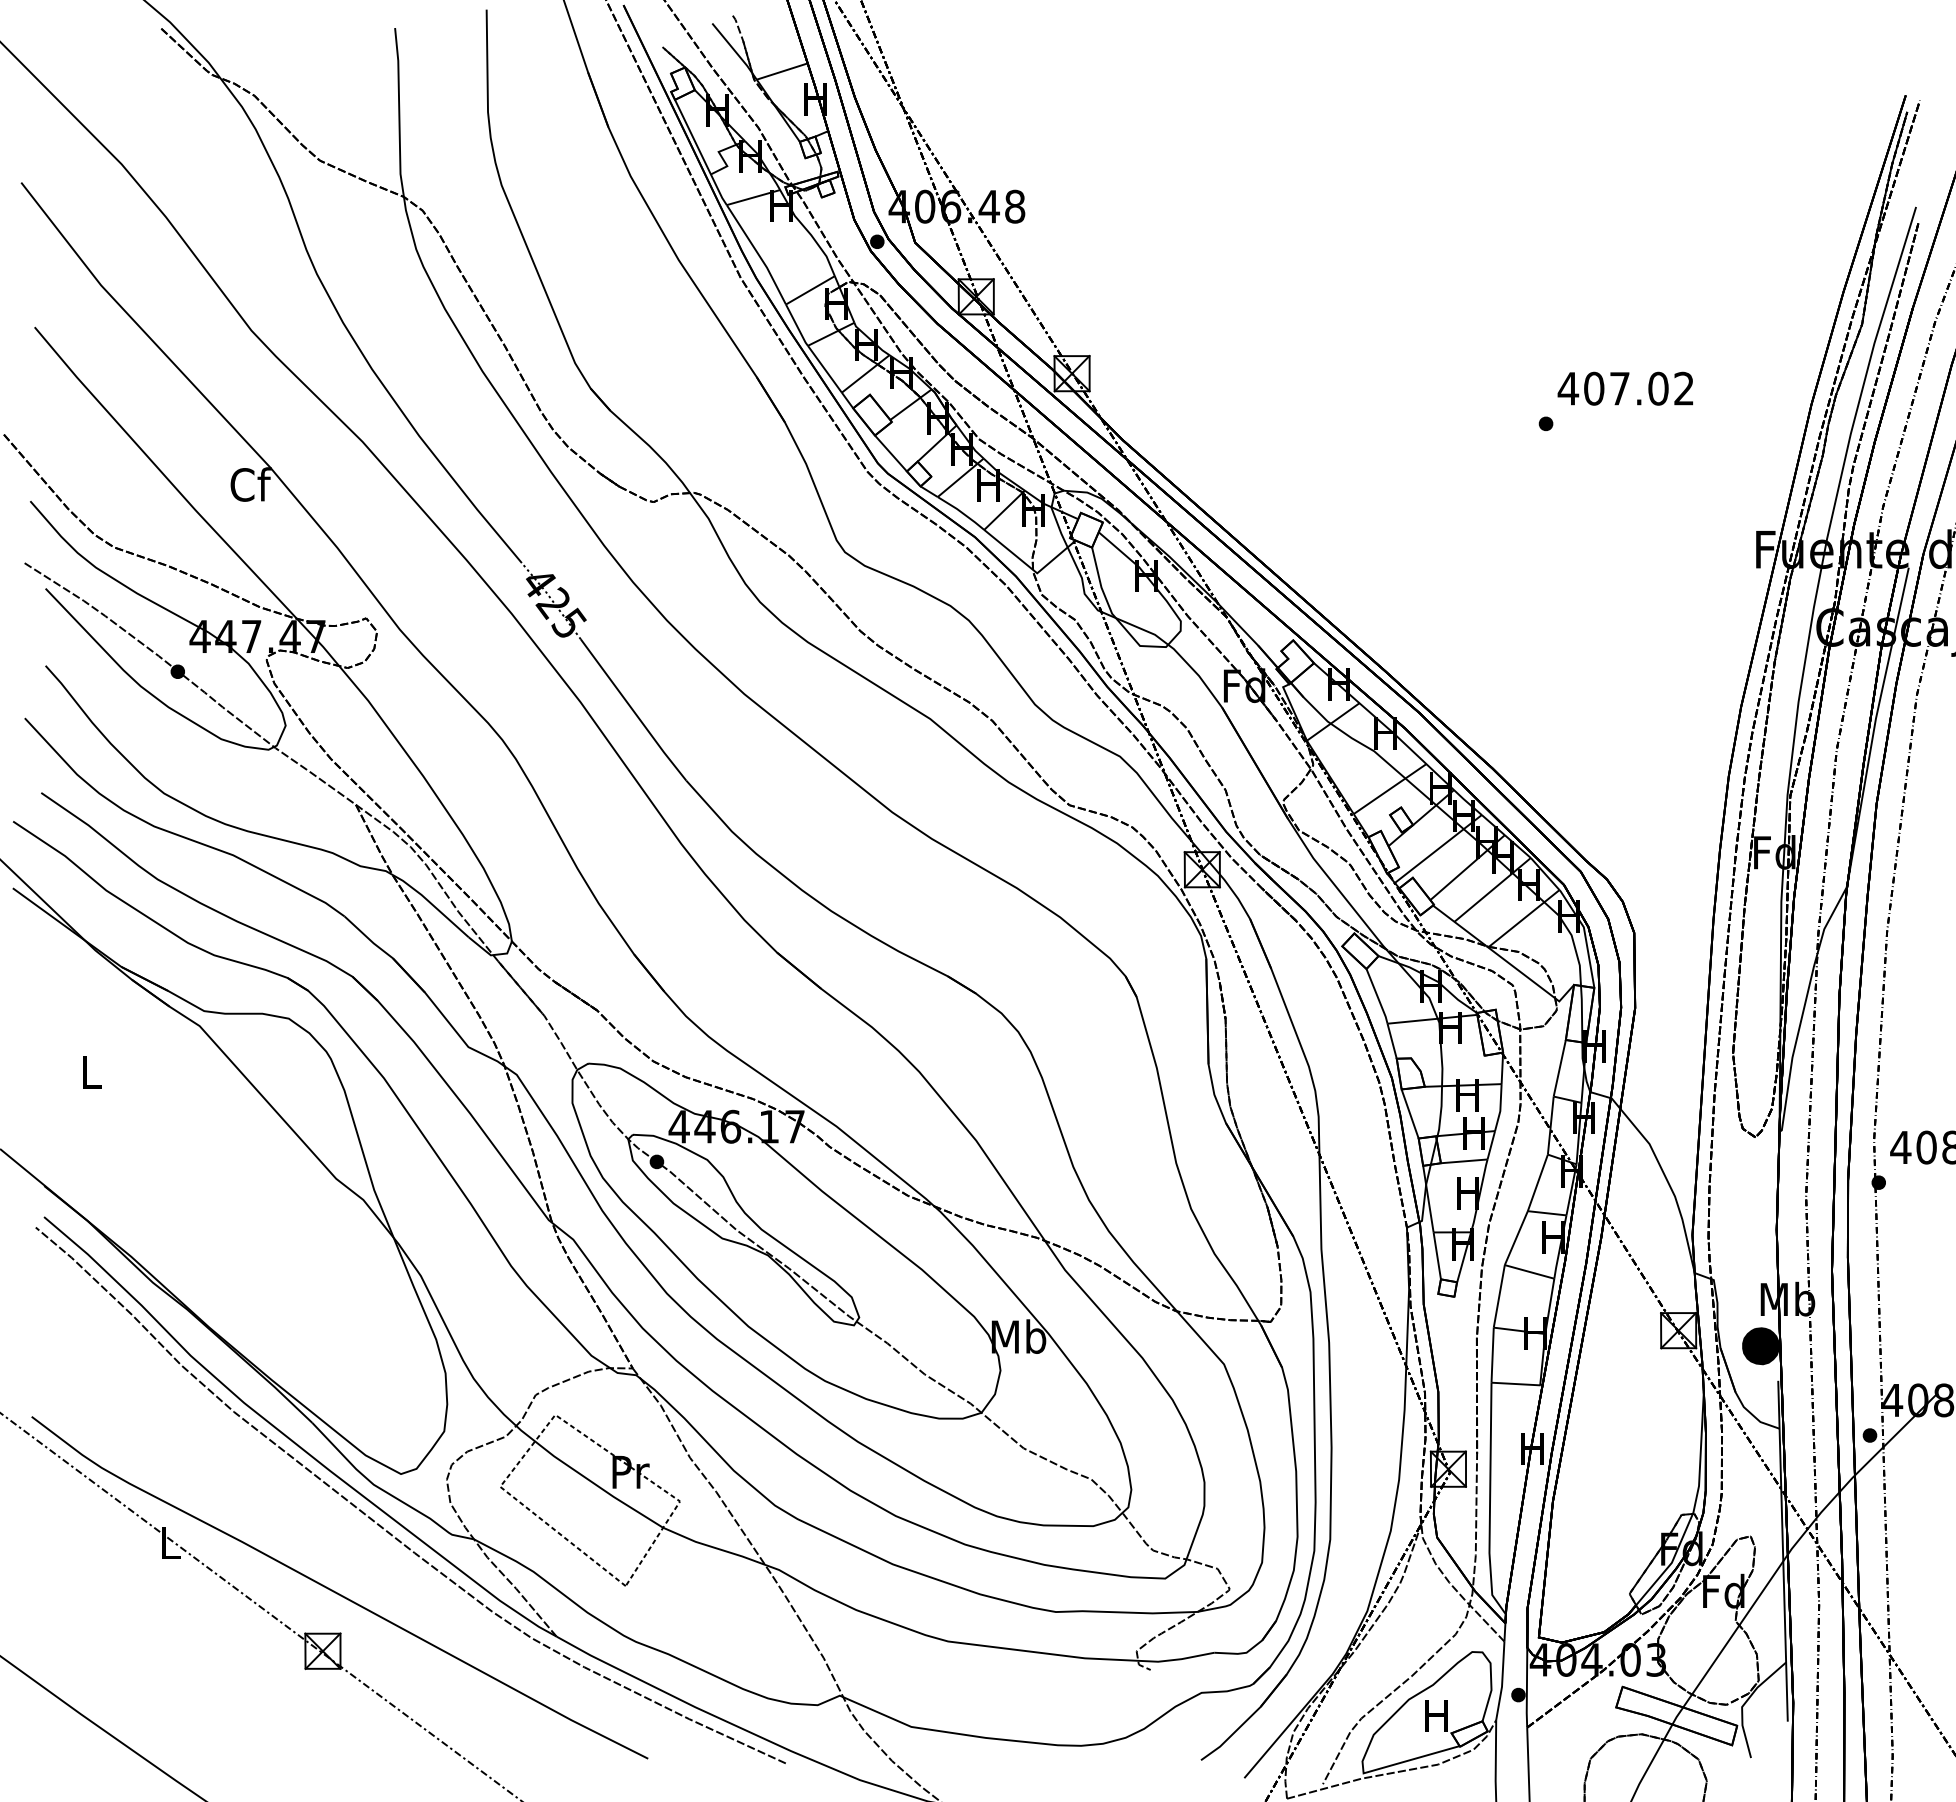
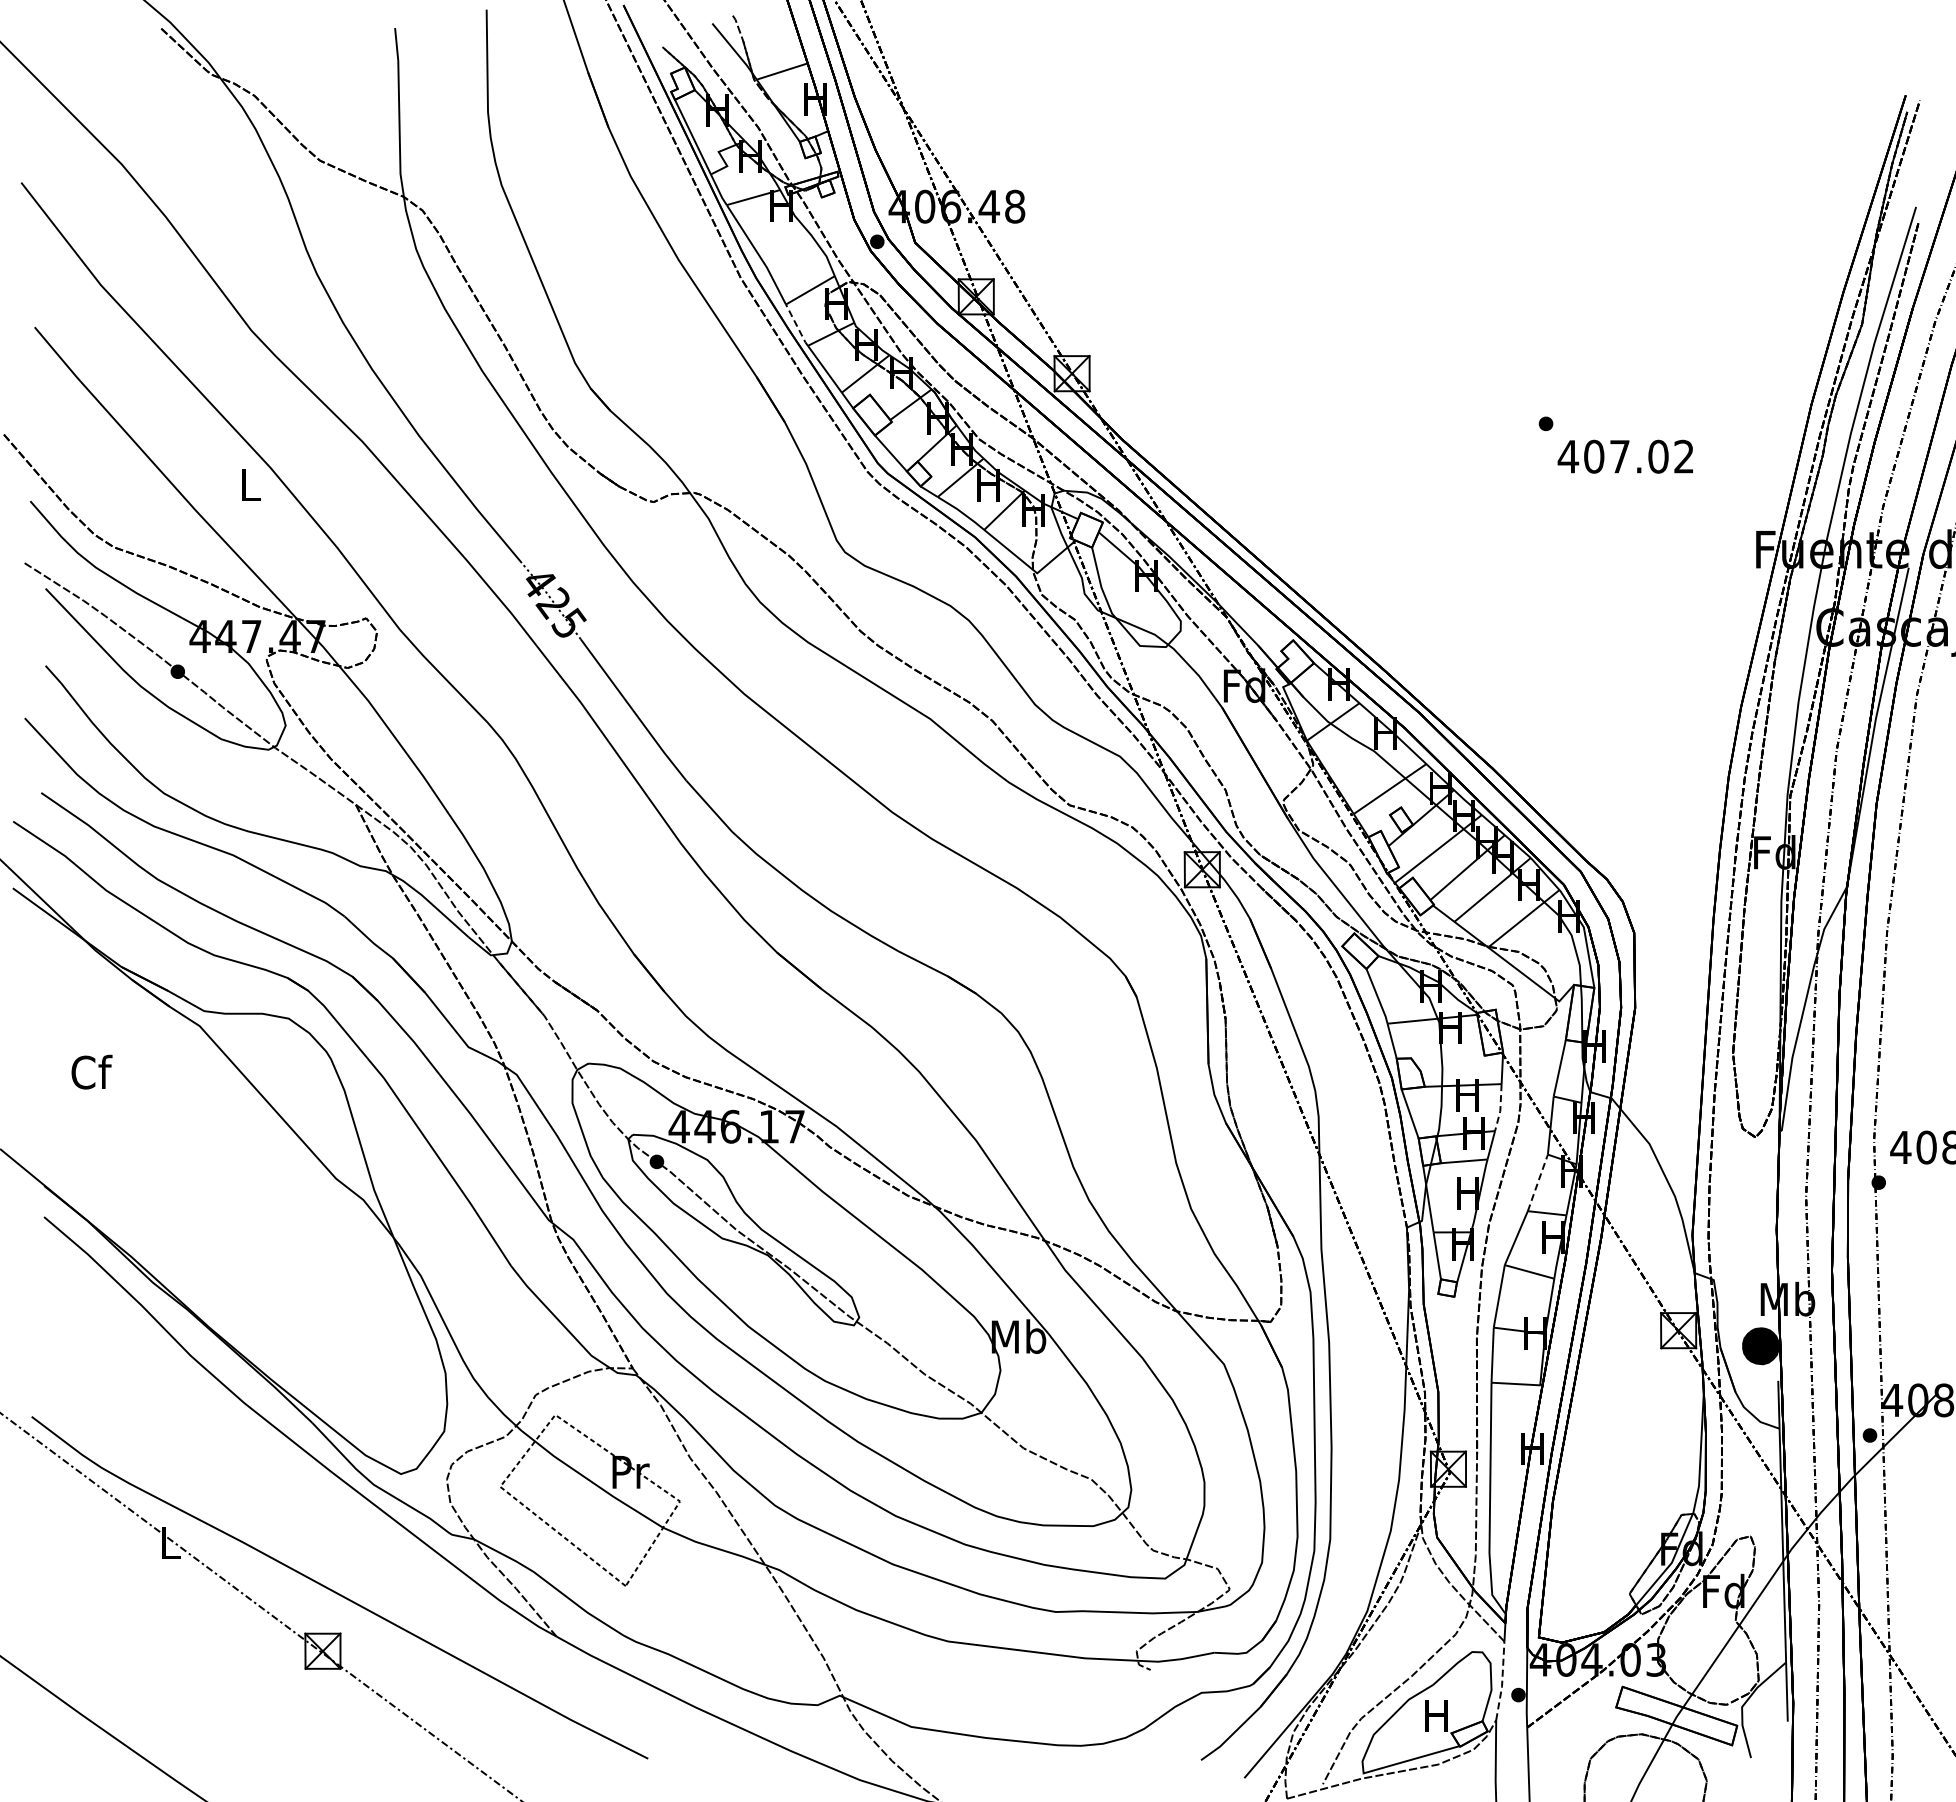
line at (796, 325): solid -> dashed
text at (1624, 388) position: (1624, 388) -> (1624, 456)
text at (250, 484): Cf -> L
text at (91, 1071): L -> Cf
line at (1500, 1108): solid -> dashed
line at (1538, 1182): solid -> dashed
curve at (381, 1525): present -> none
line at (1502, 1680): solid -> dashed
